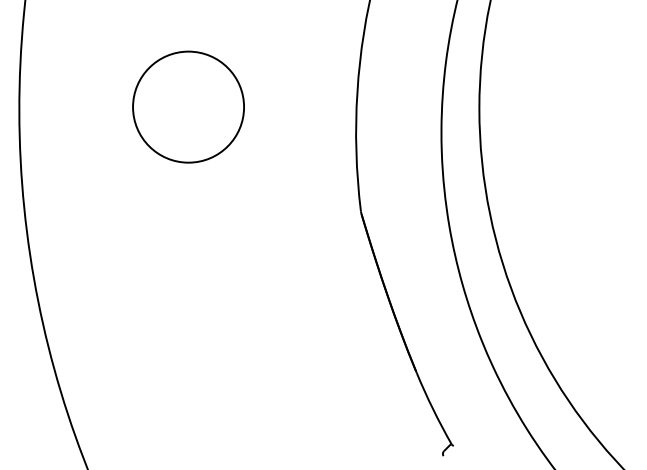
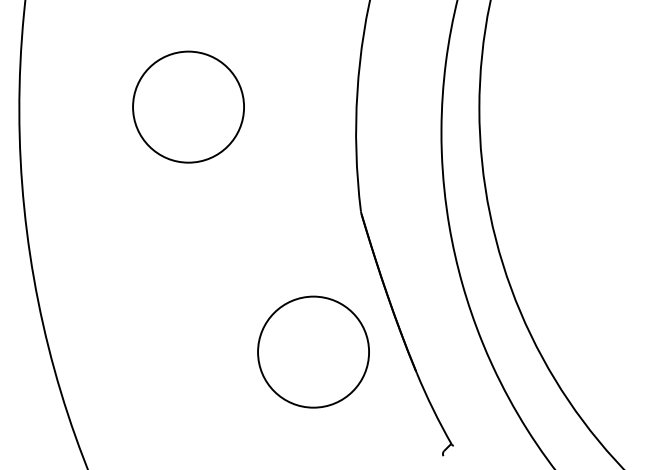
circle at (313, 351): none -> present
